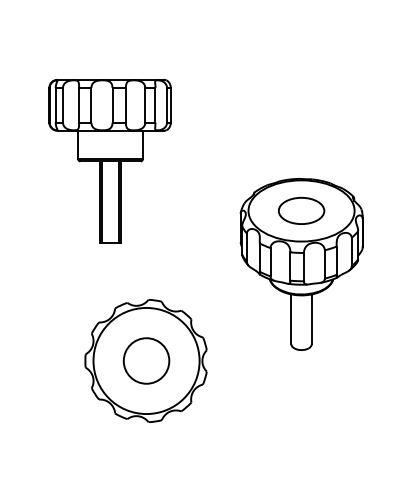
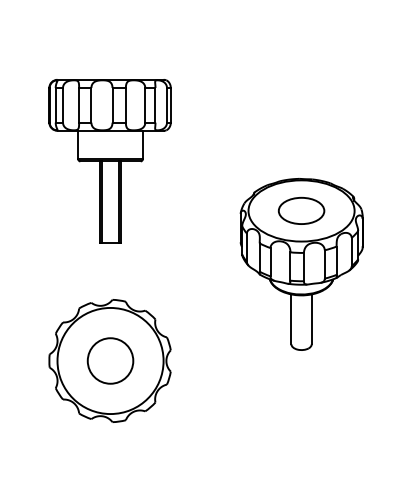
part at (145, 360) position: (145, 360) -> (109, 360)
